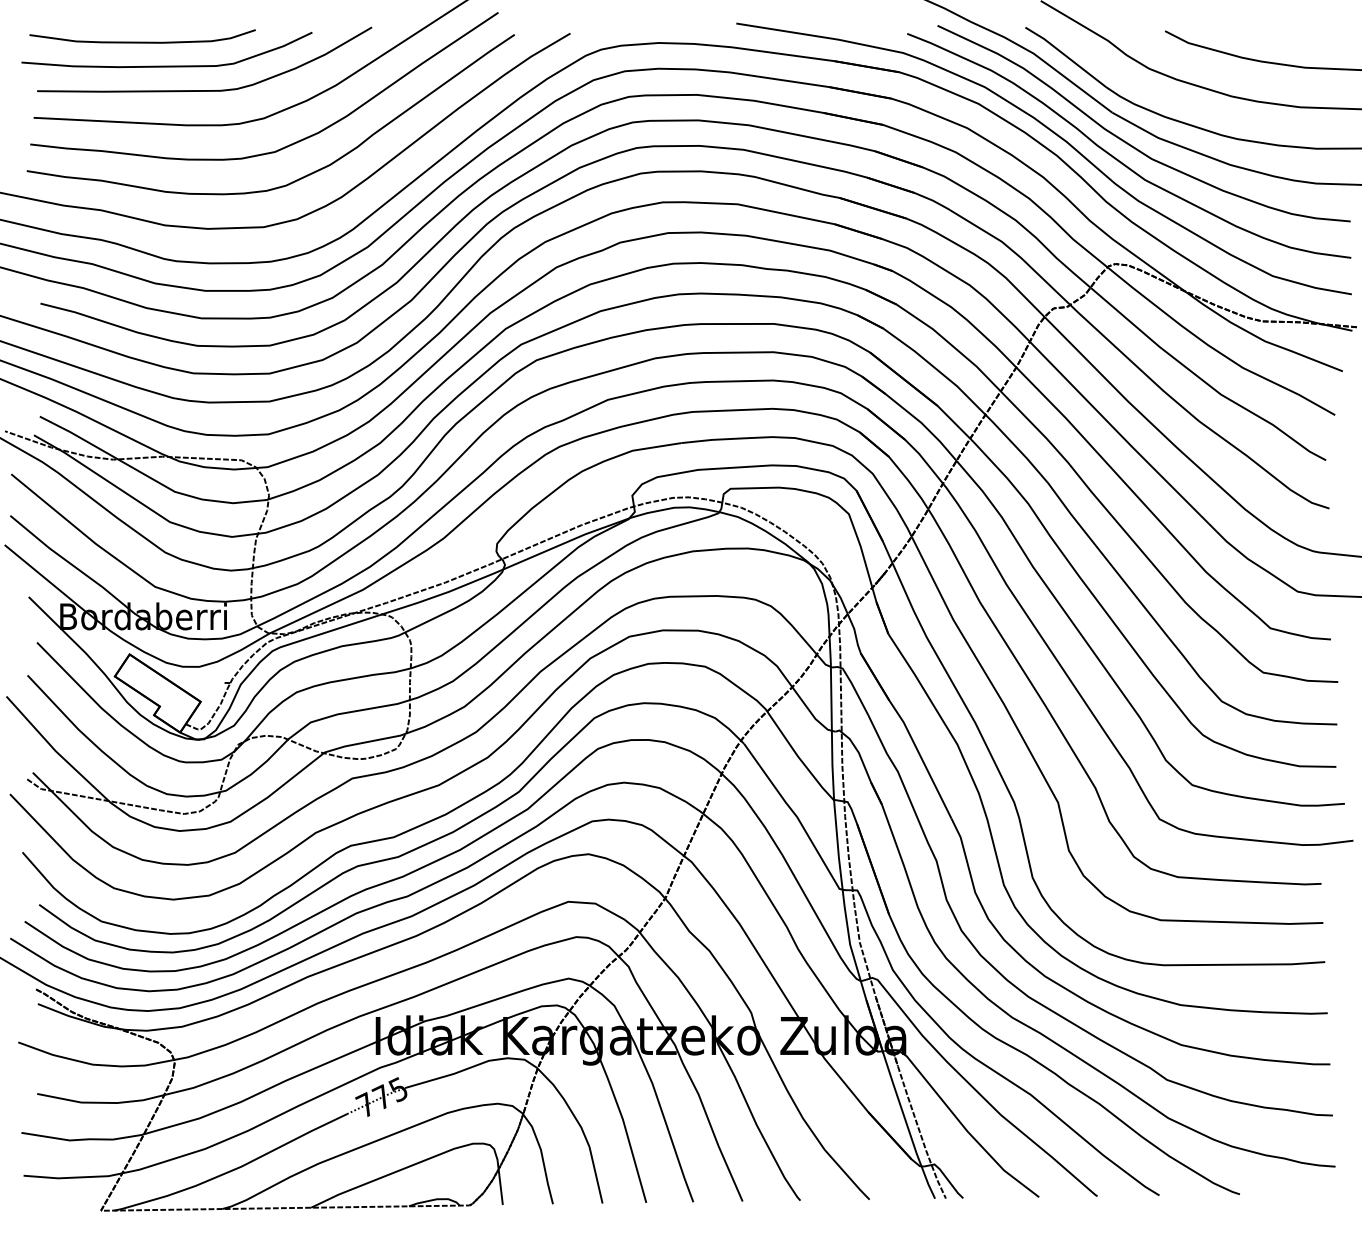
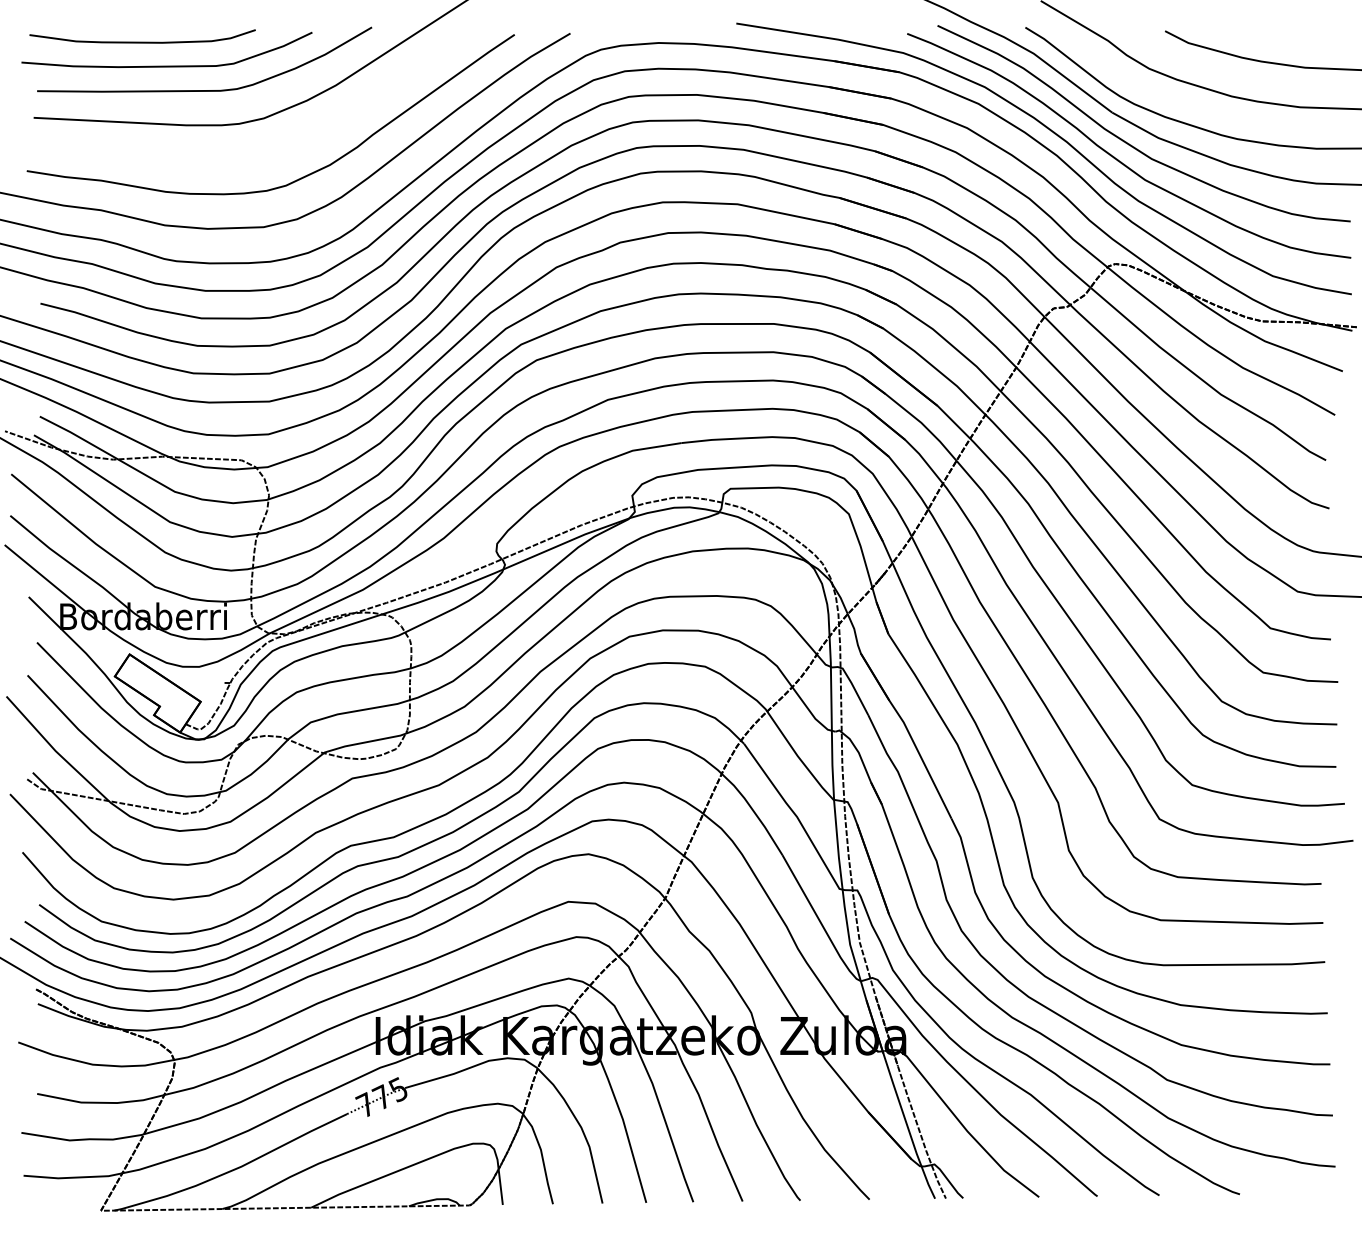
curve at (293, 142): present -> none
